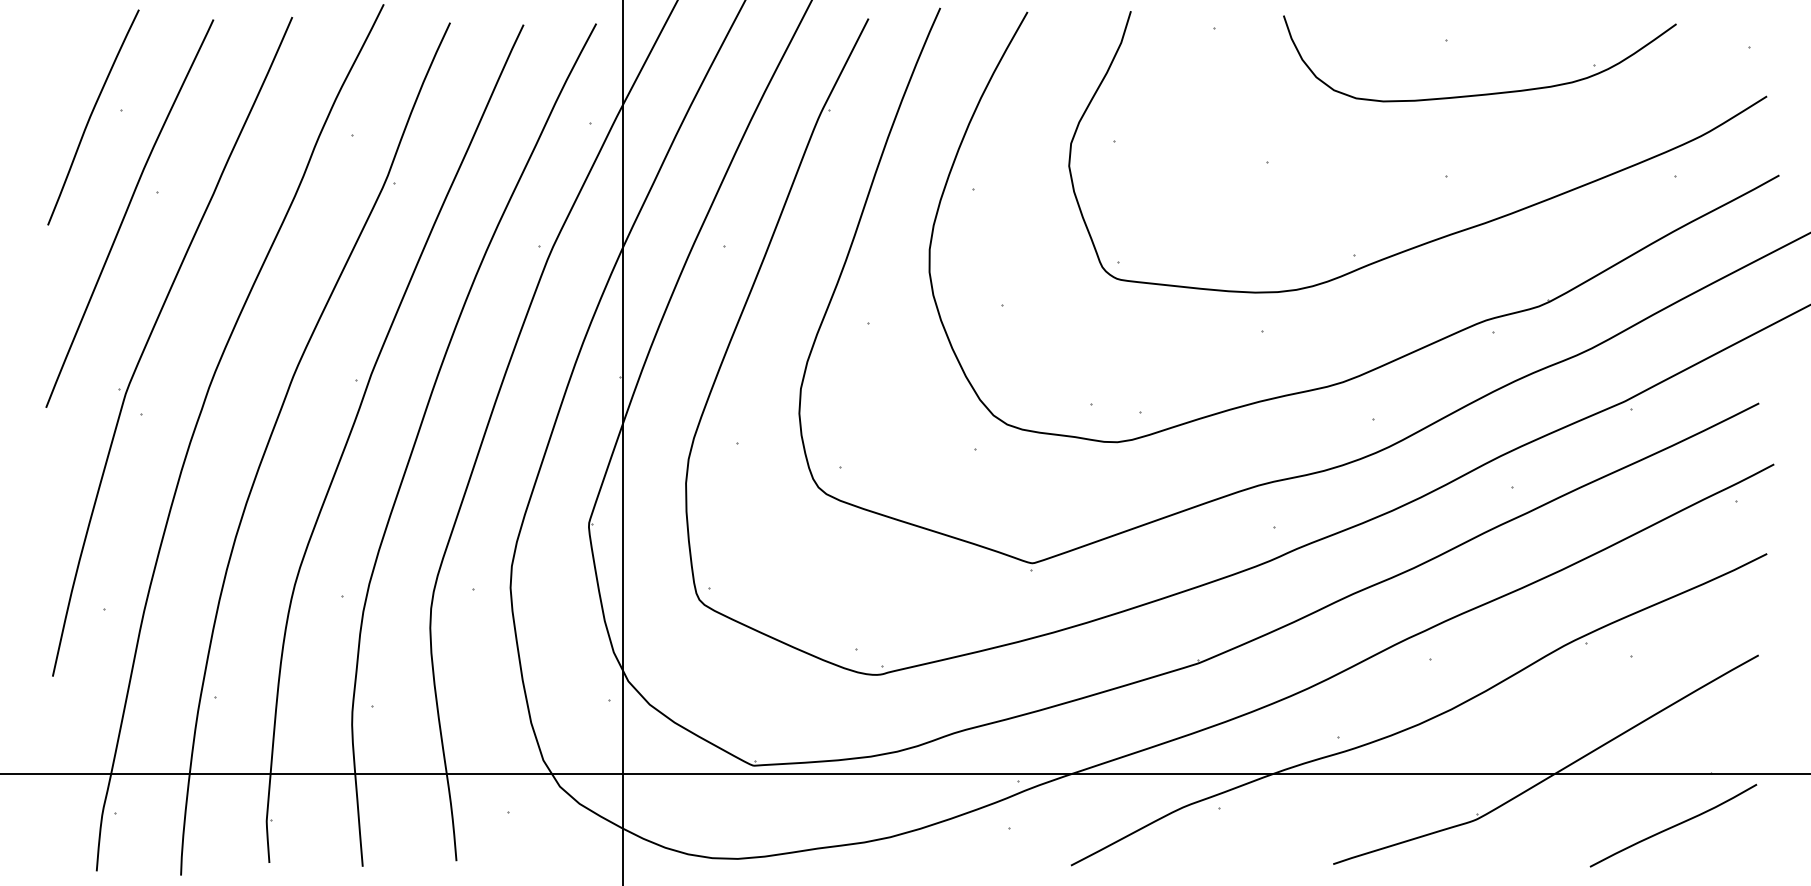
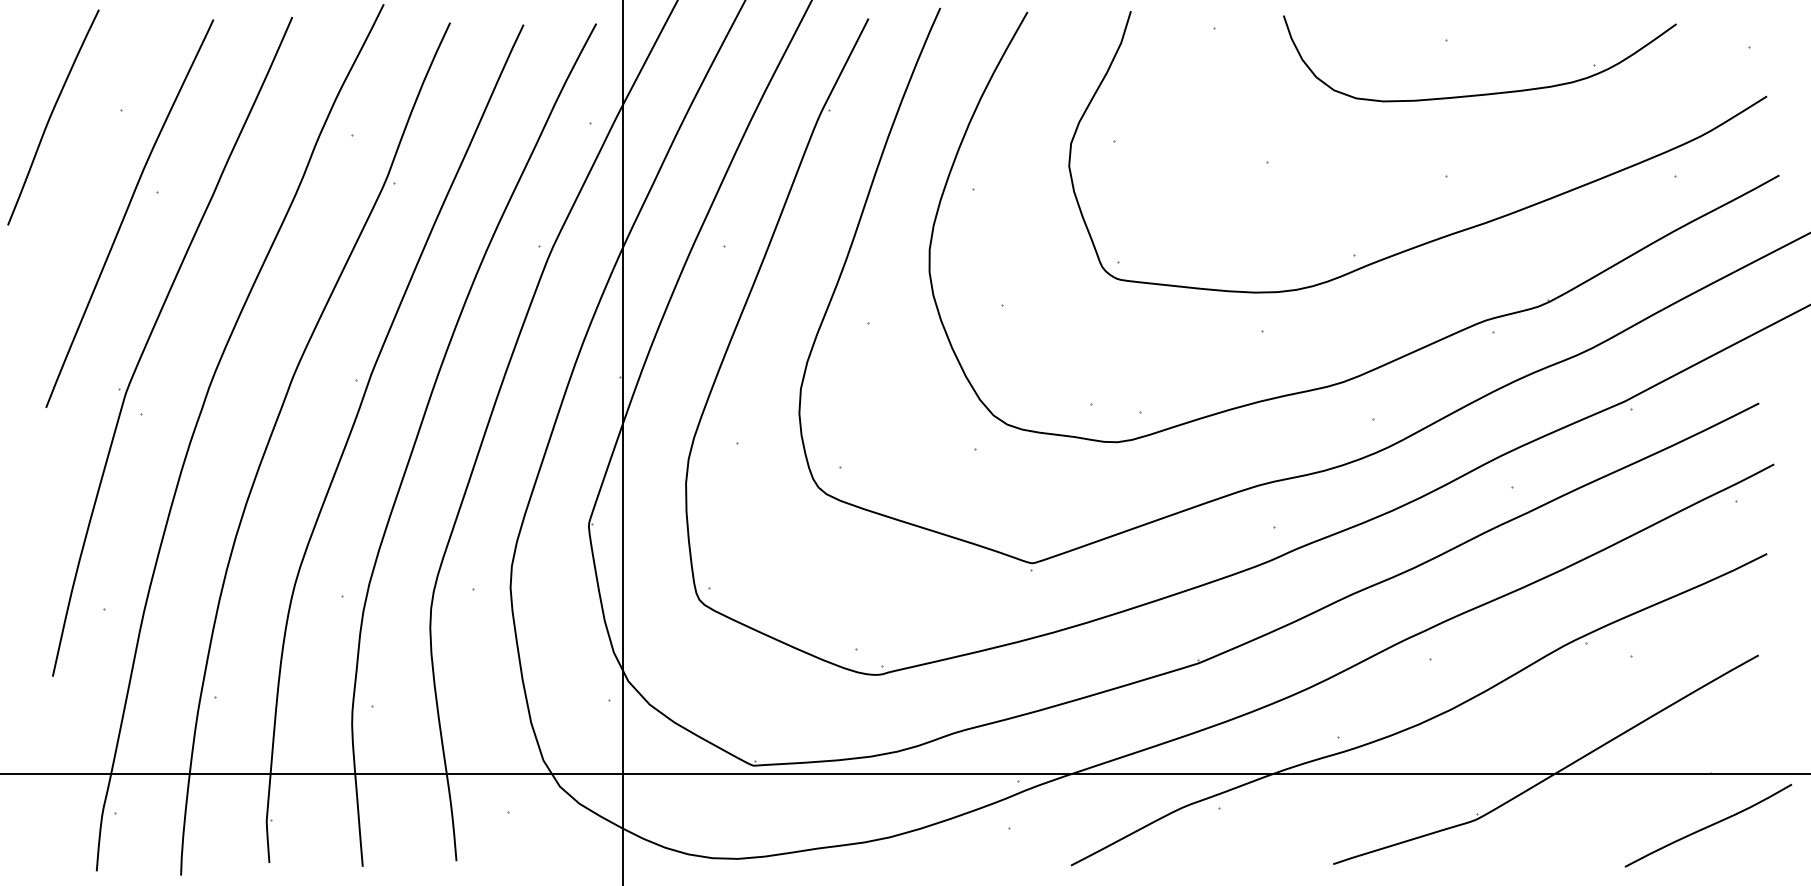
curve at (91, 116) position: (91, 116) -> (51, 116)
curve at (1673, 825) position: (1673, 825) -> (1708, 825)
